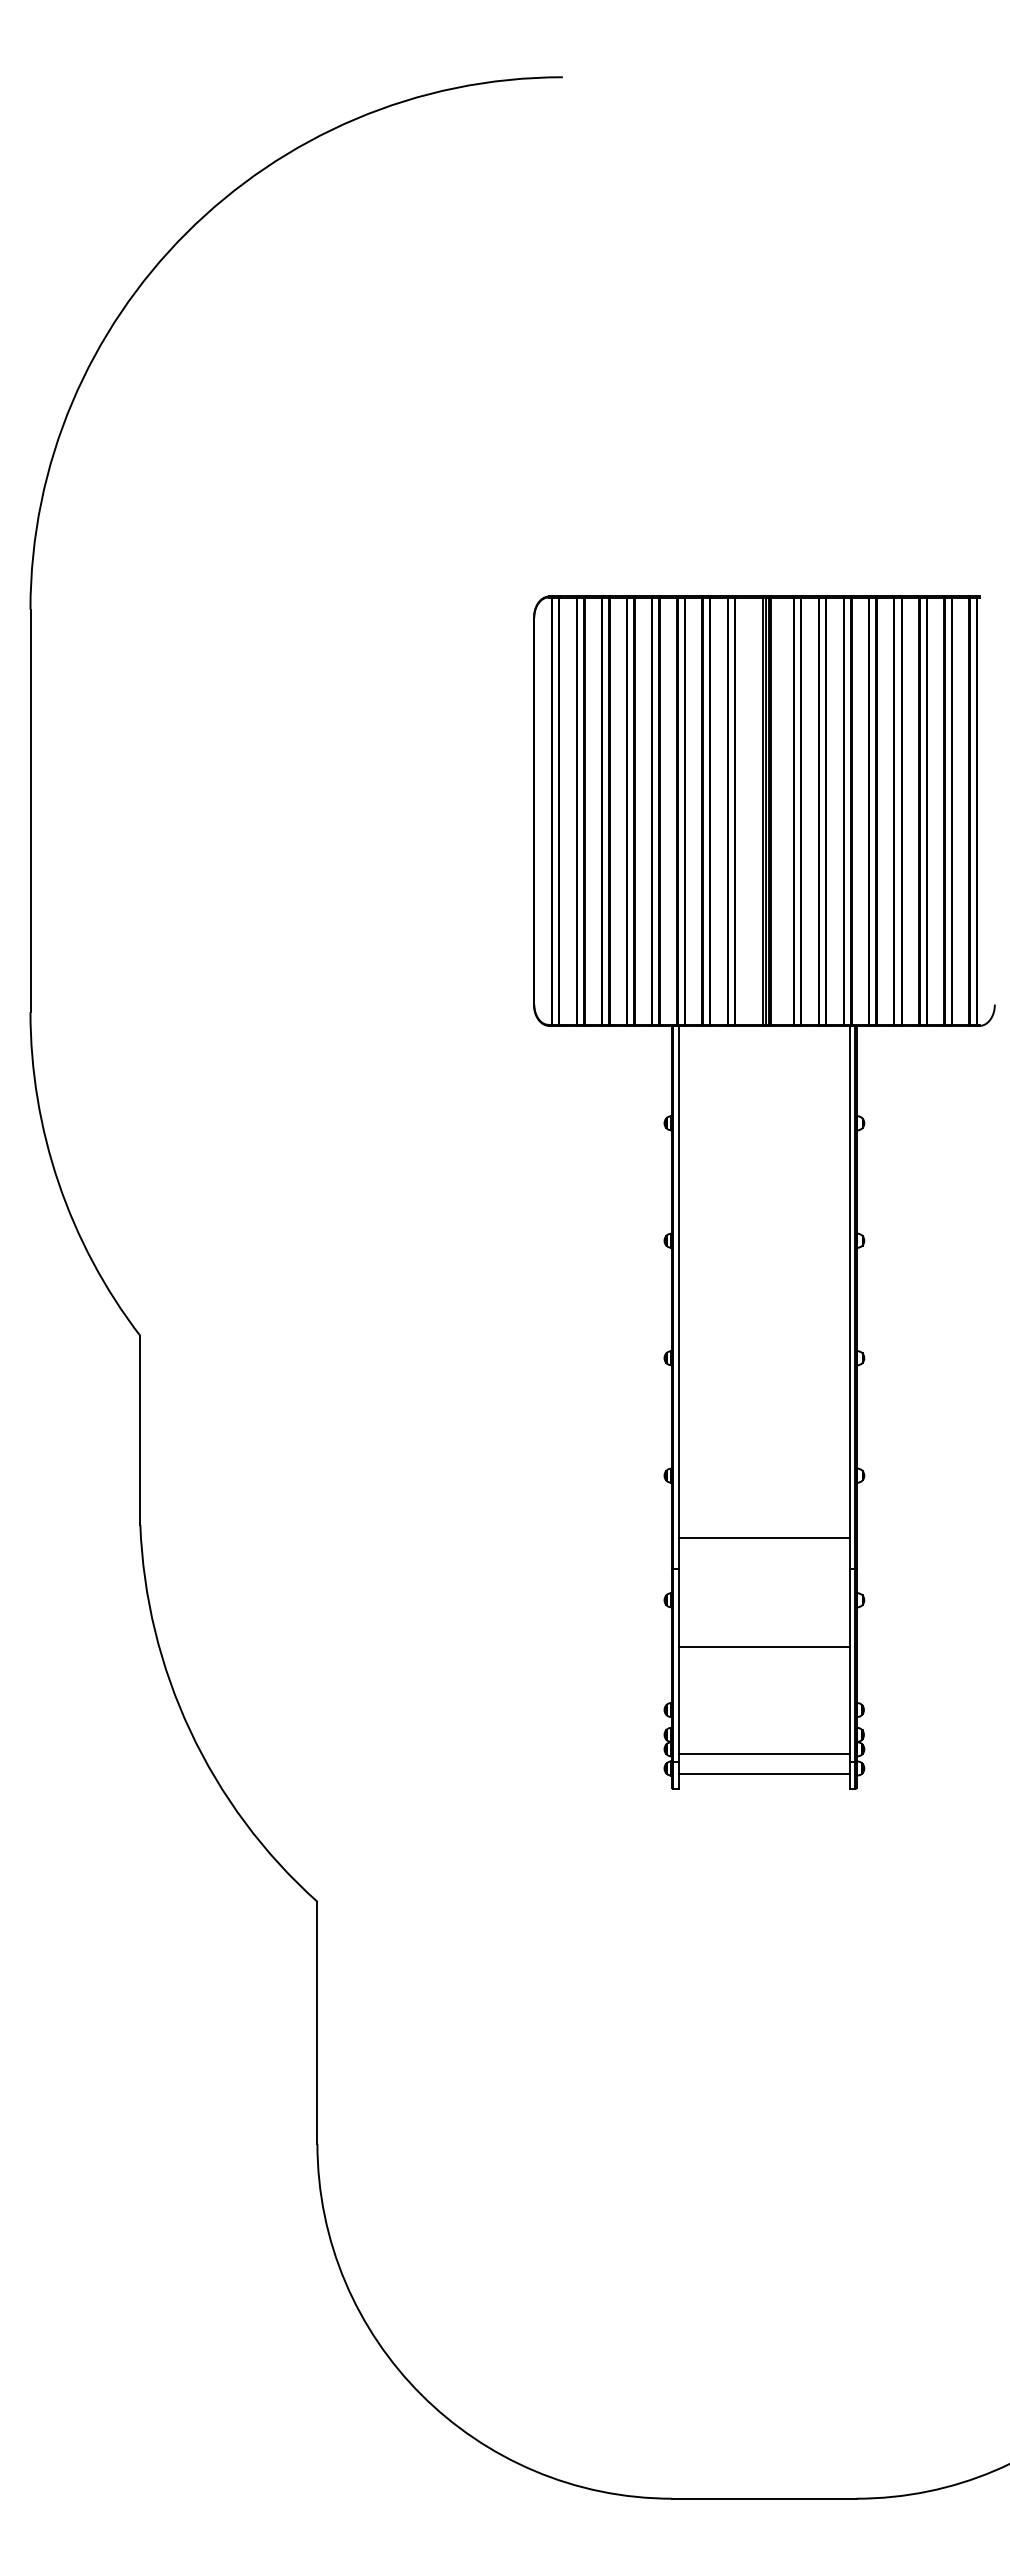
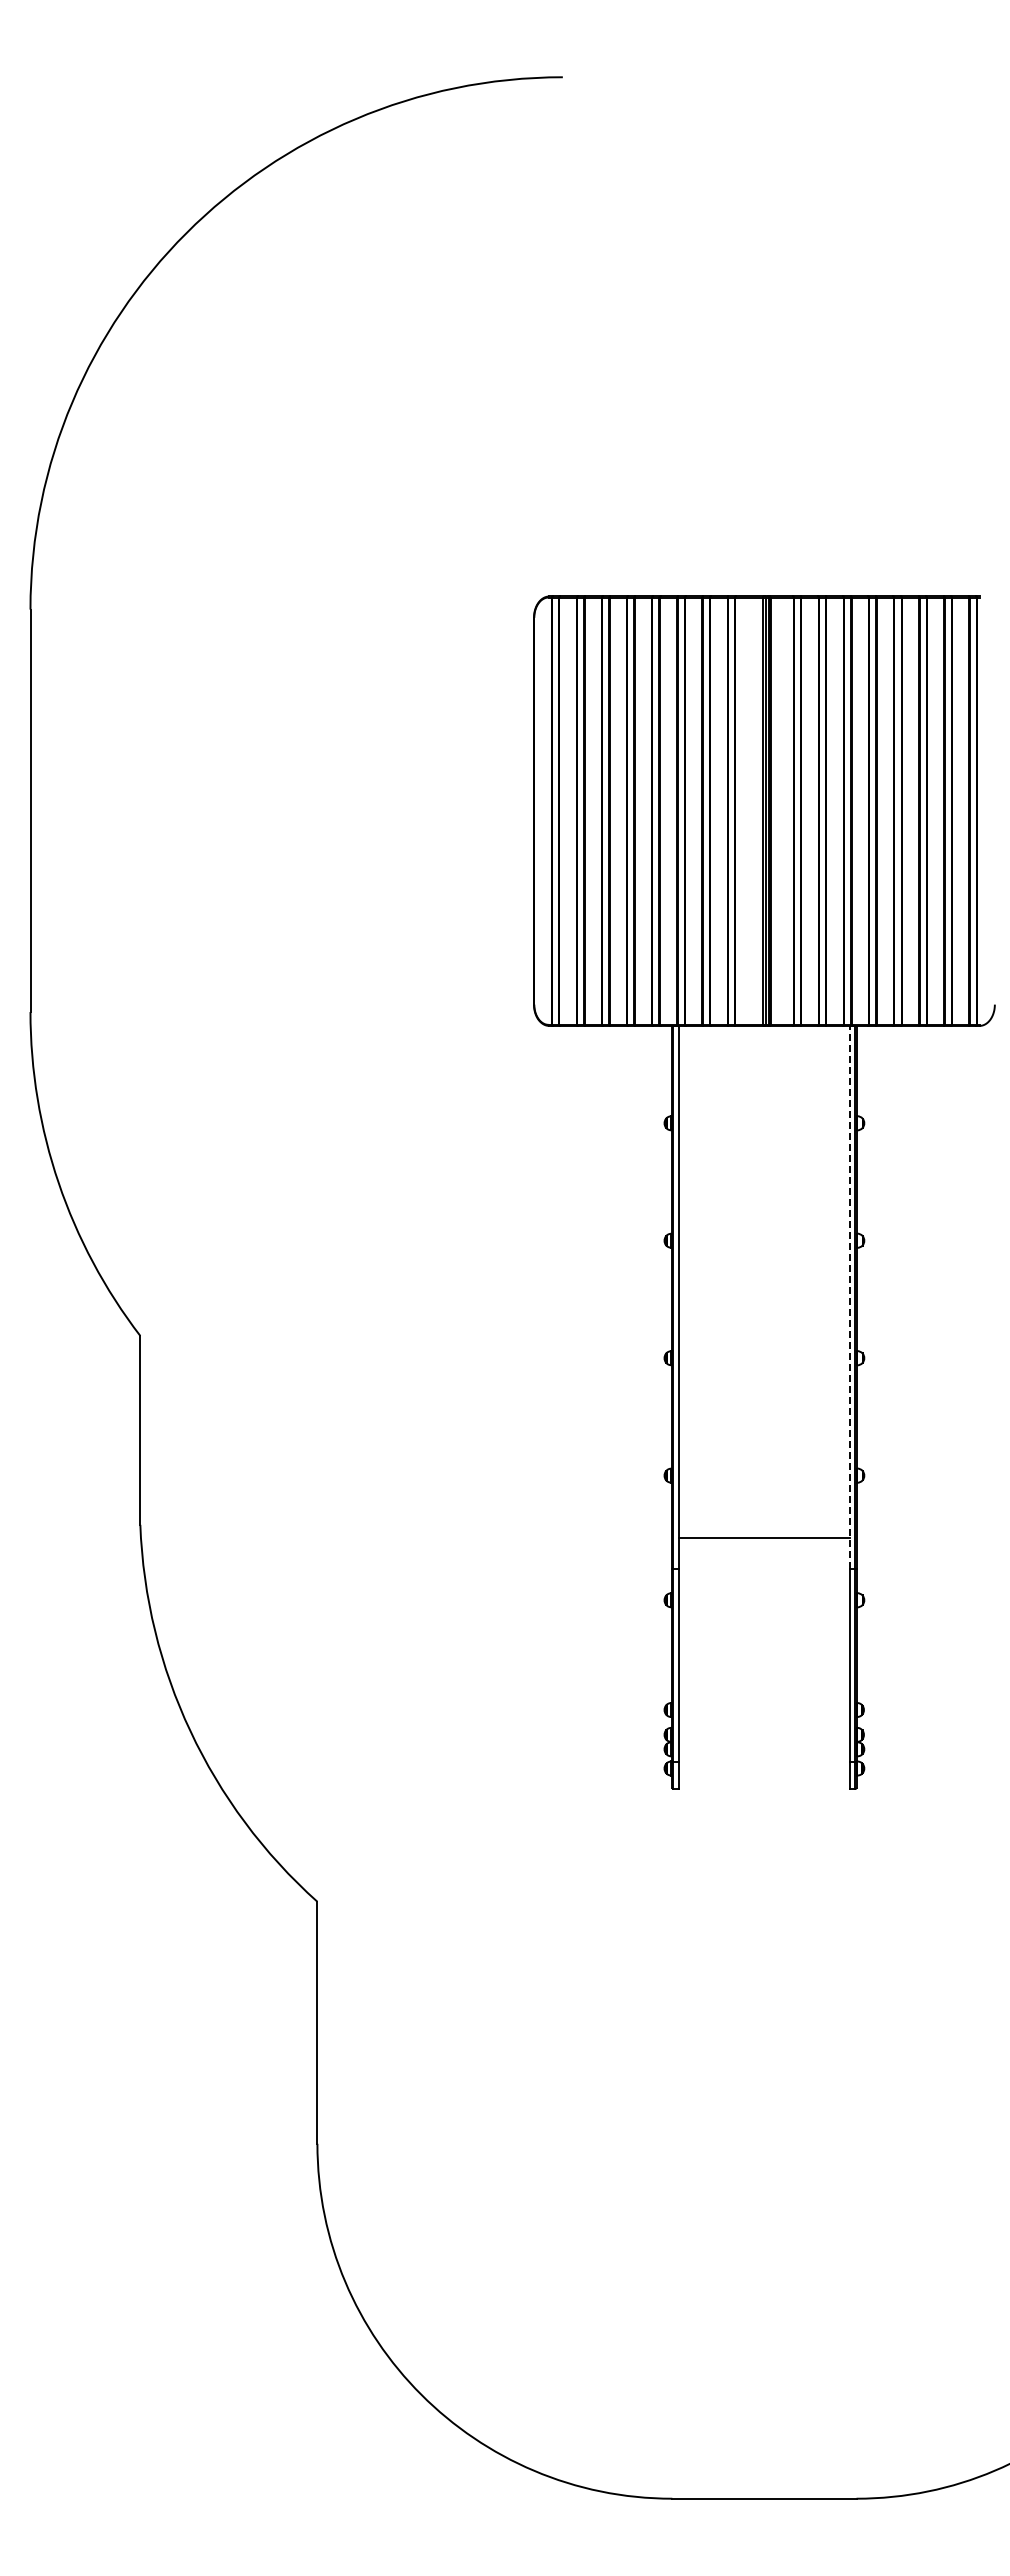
line at (849, 1297): solid -> dashed
line at (764, 1647): present -> none
line at (764, 1754): present -> none
line at (764, 1774): present -> none
